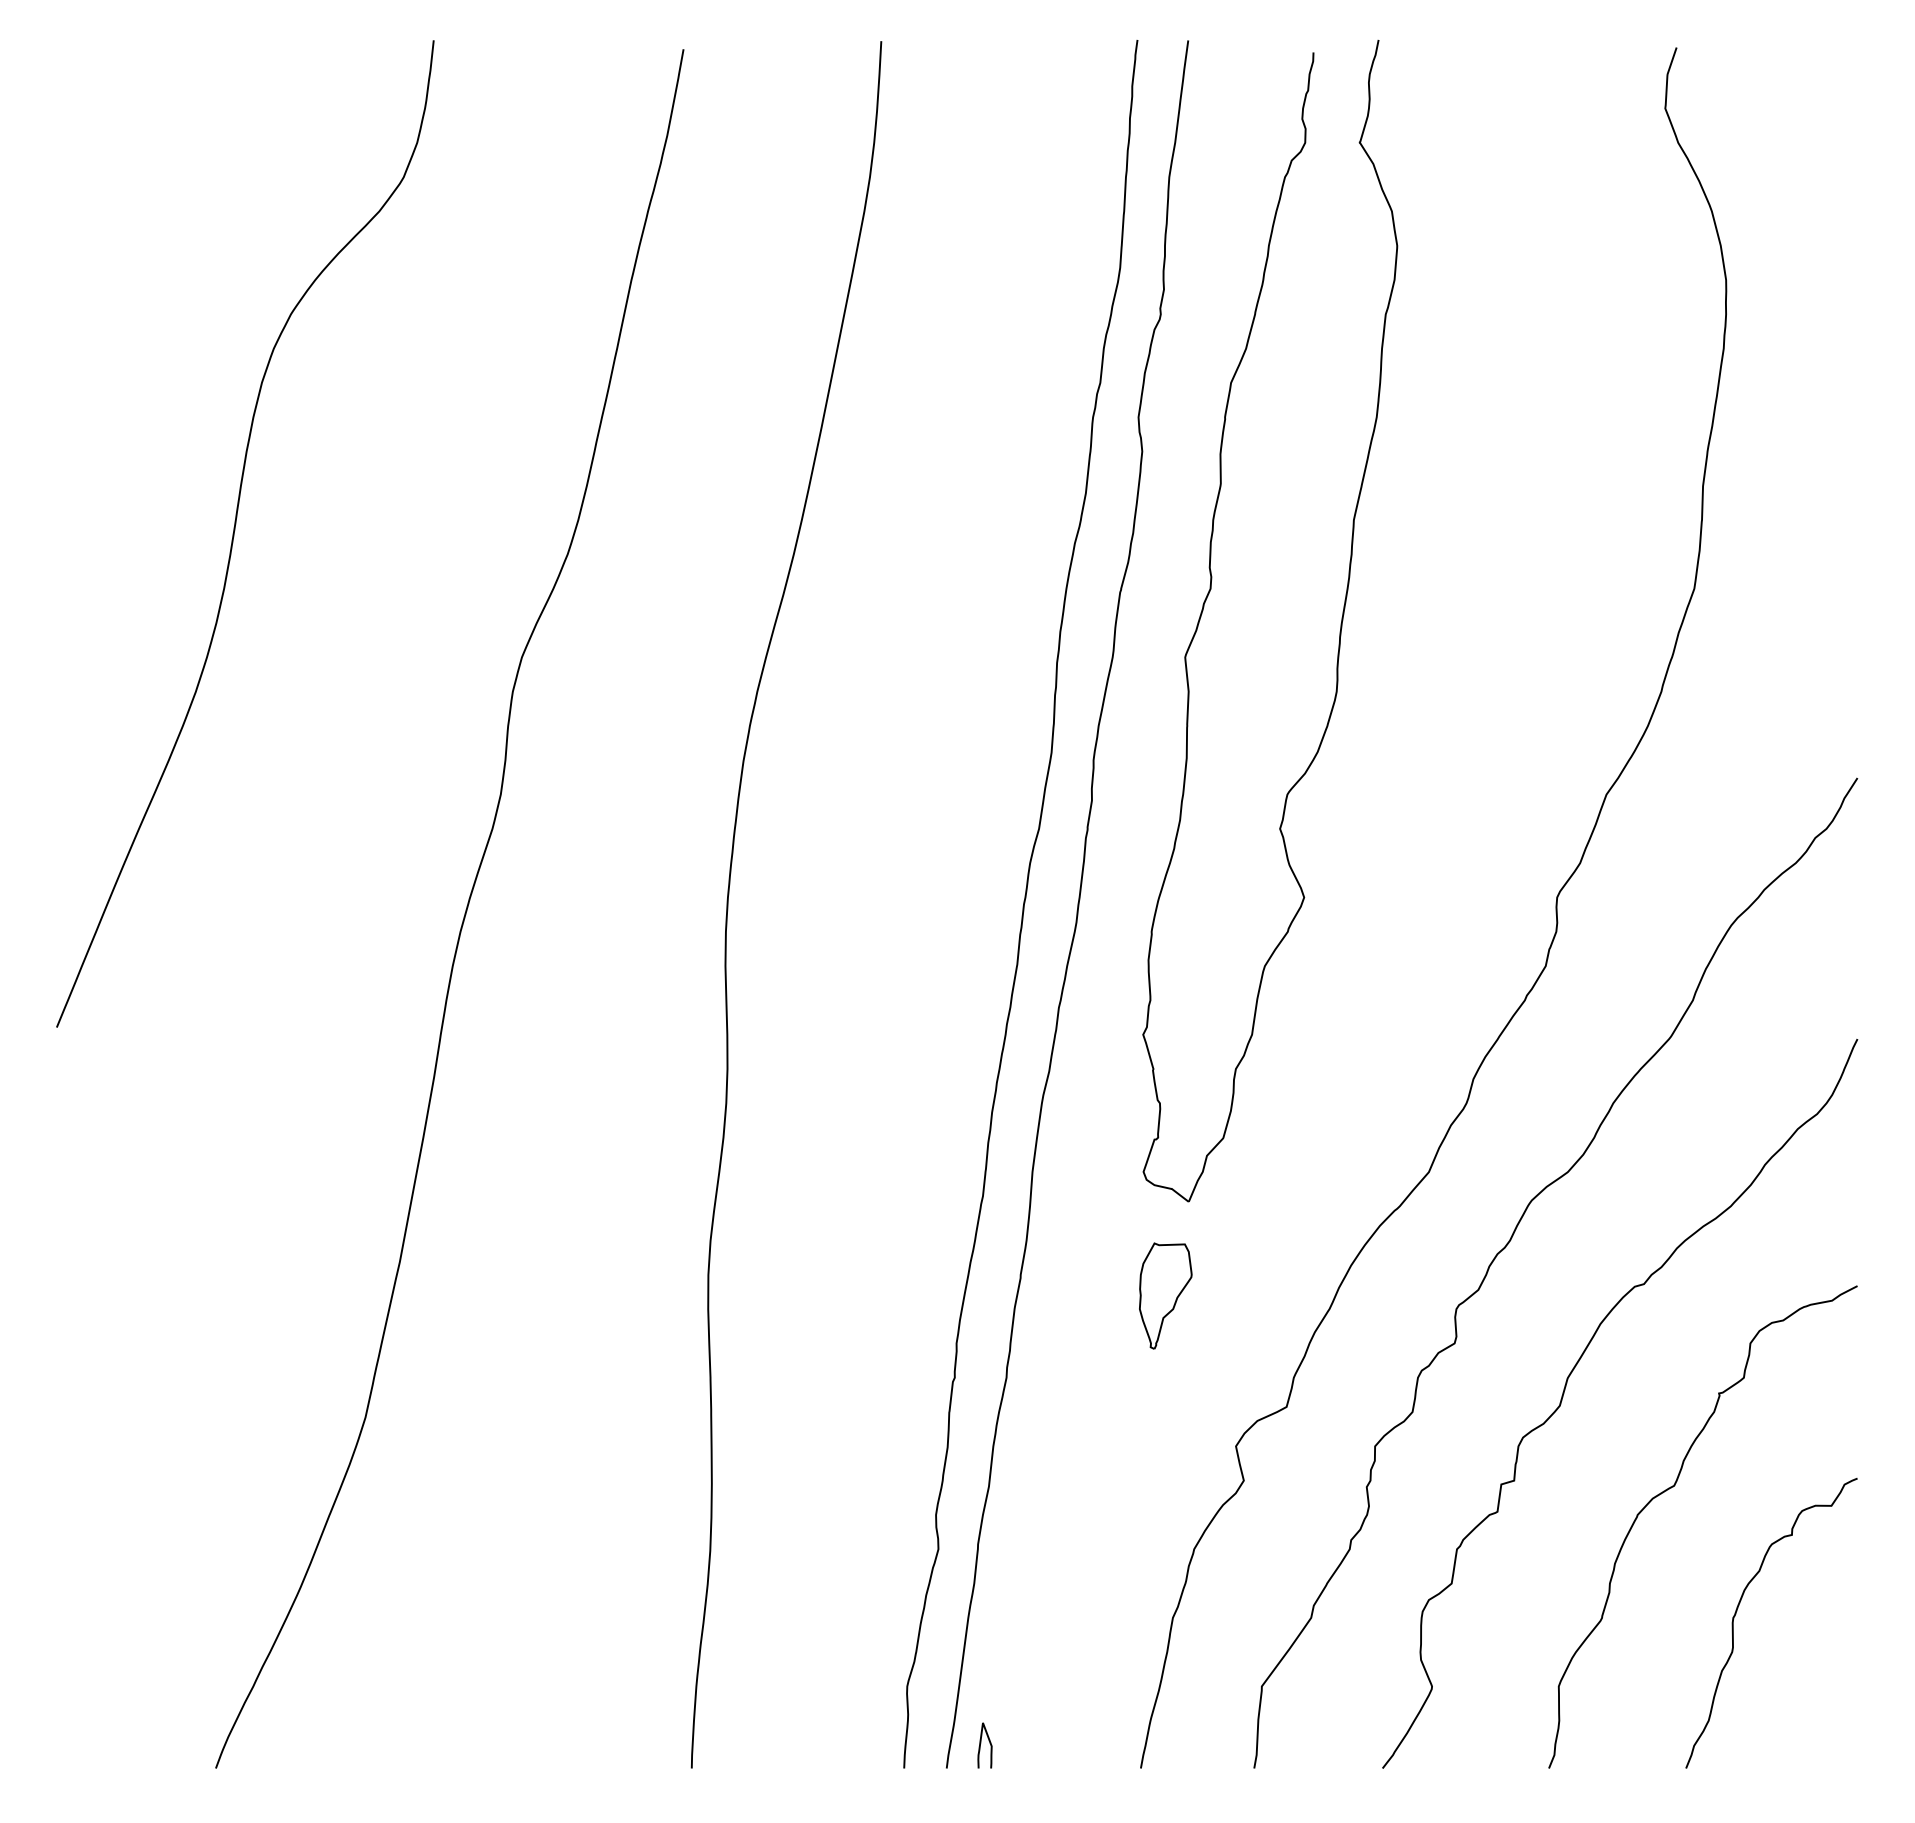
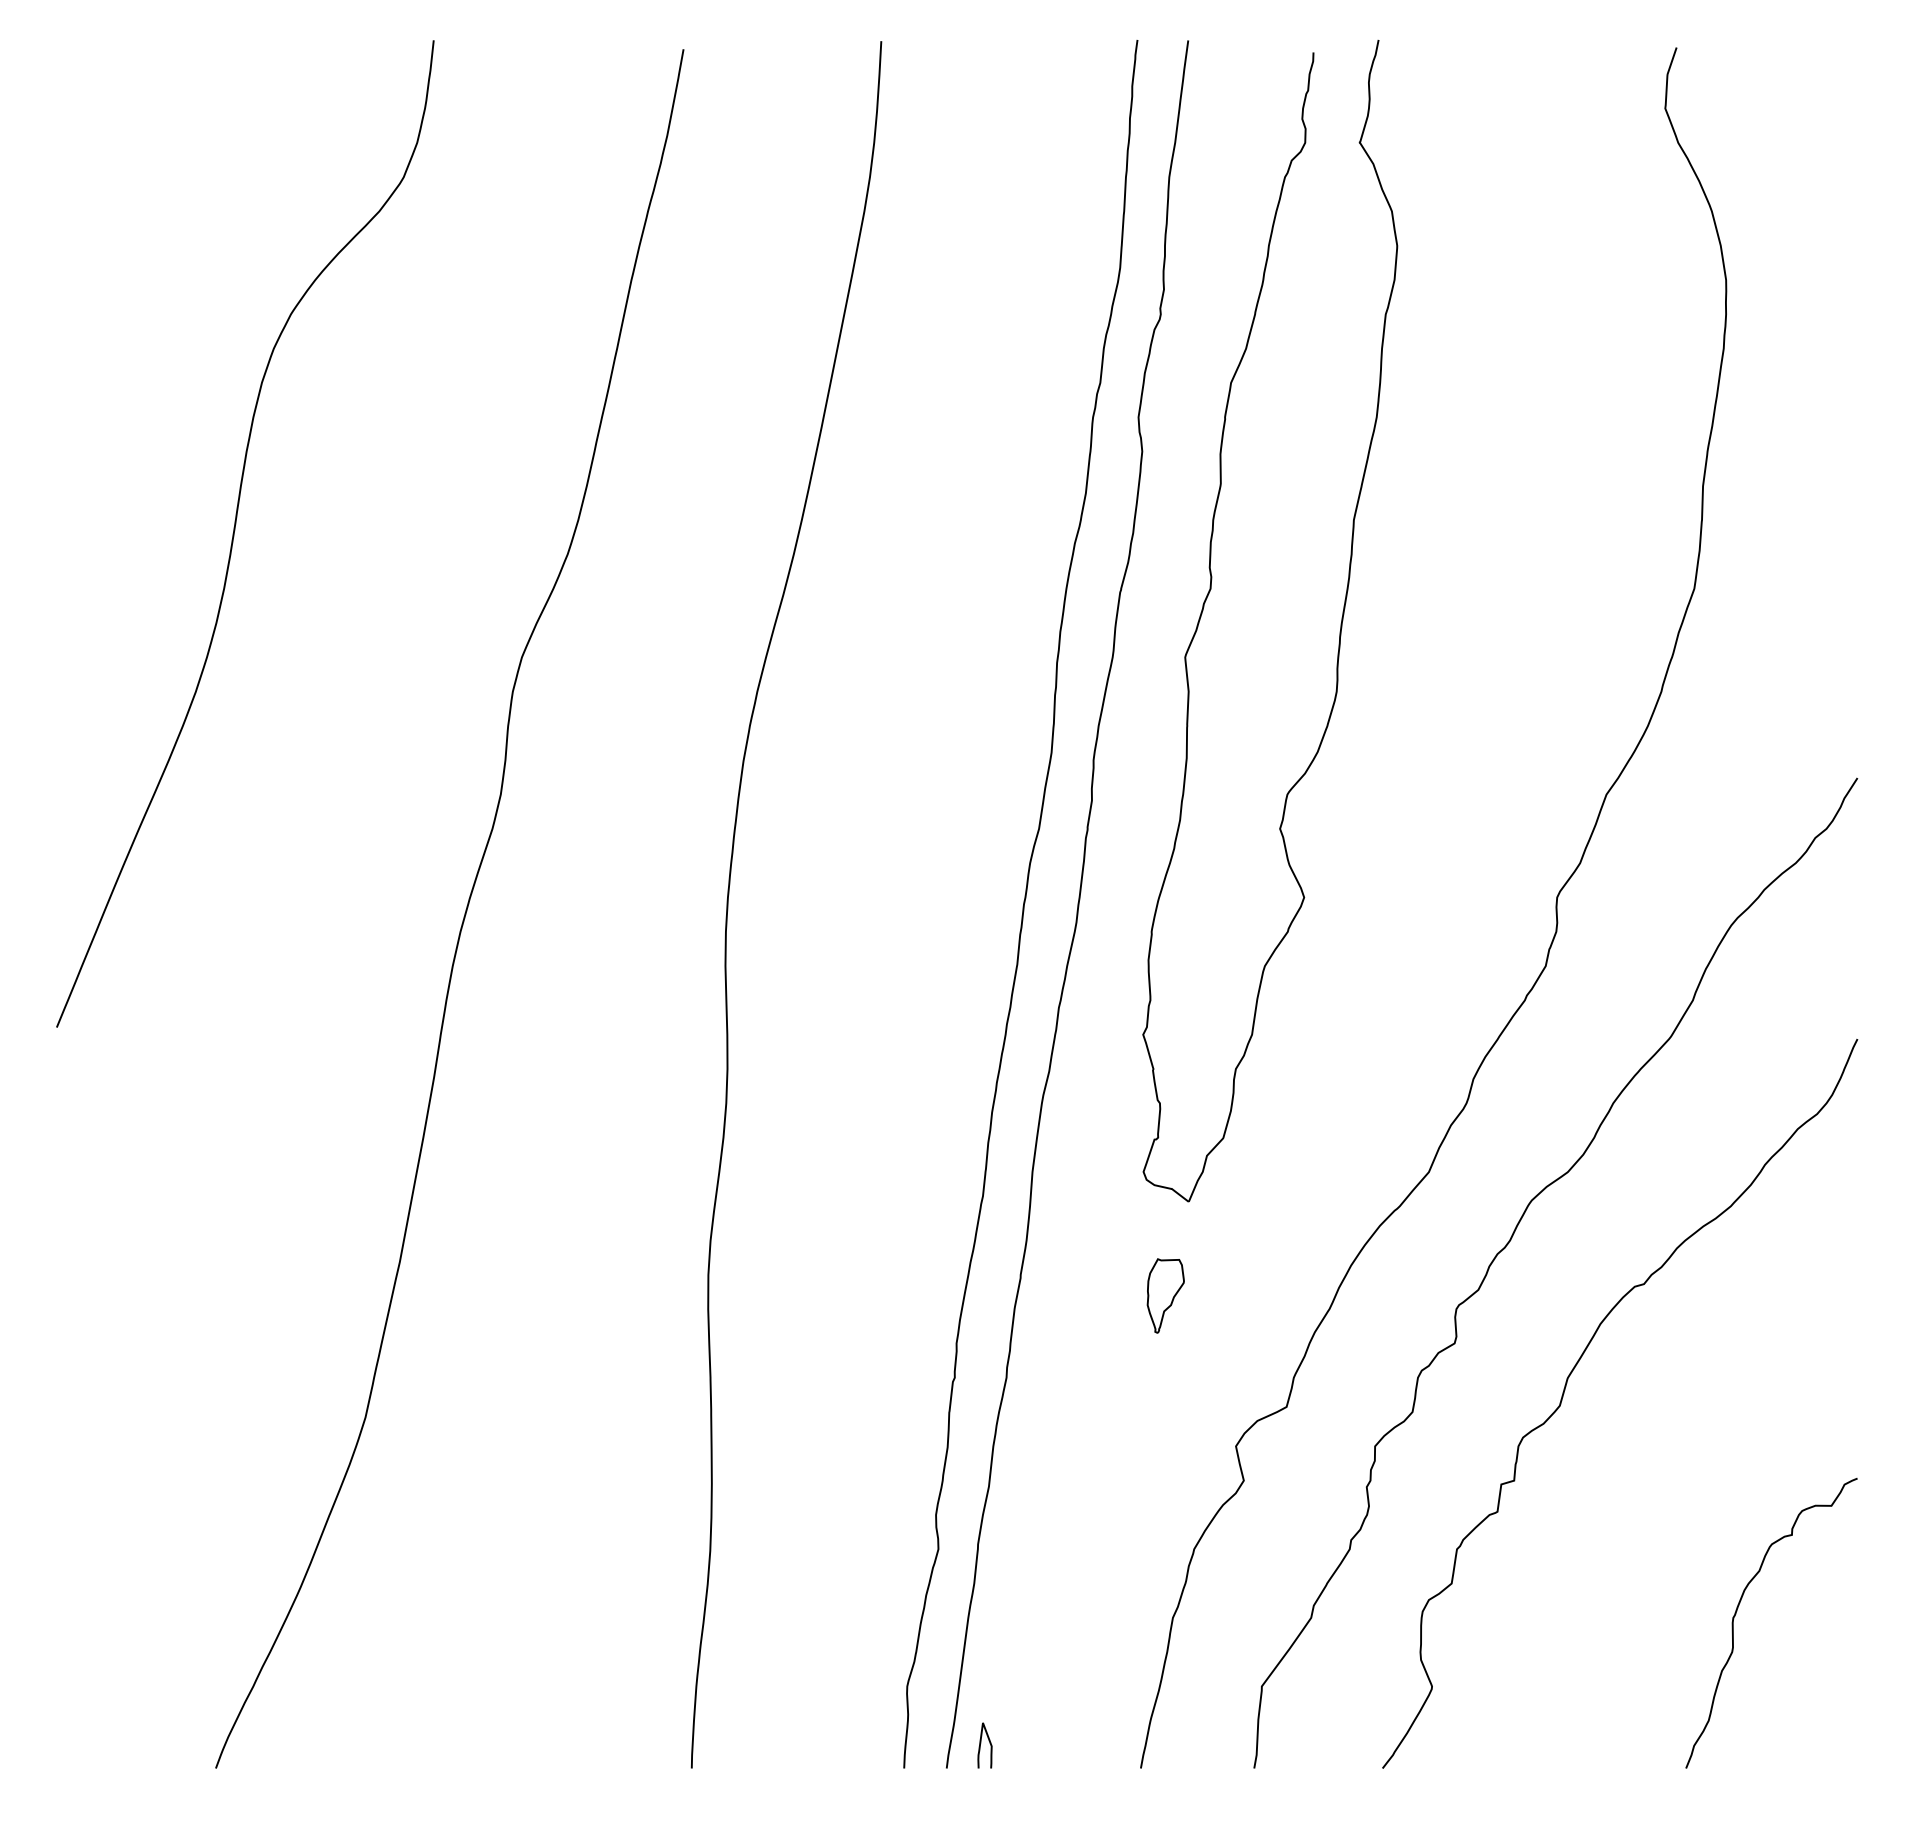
part at (1165, 1295) size: 54x108 px -> 39x76 px
curve at (1673, 1487): present -> none
